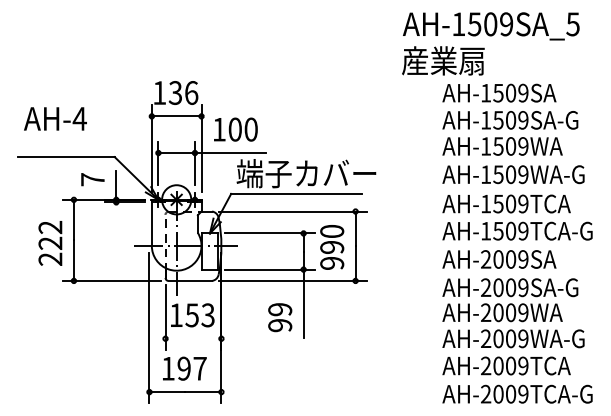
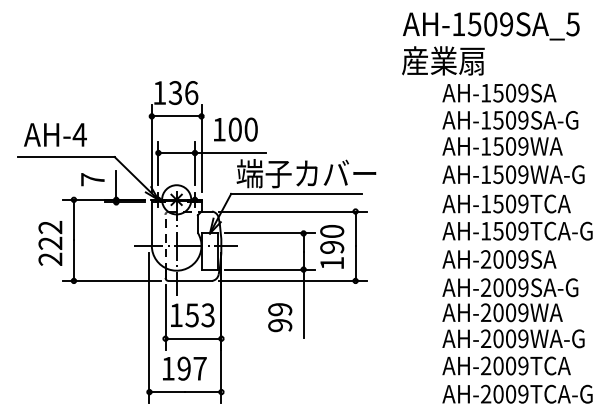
text at (55, 118) position: (55, 118) -> (55, 134)
text at (332, 263): 990 -> 190
line at (193, 338): none -> present
